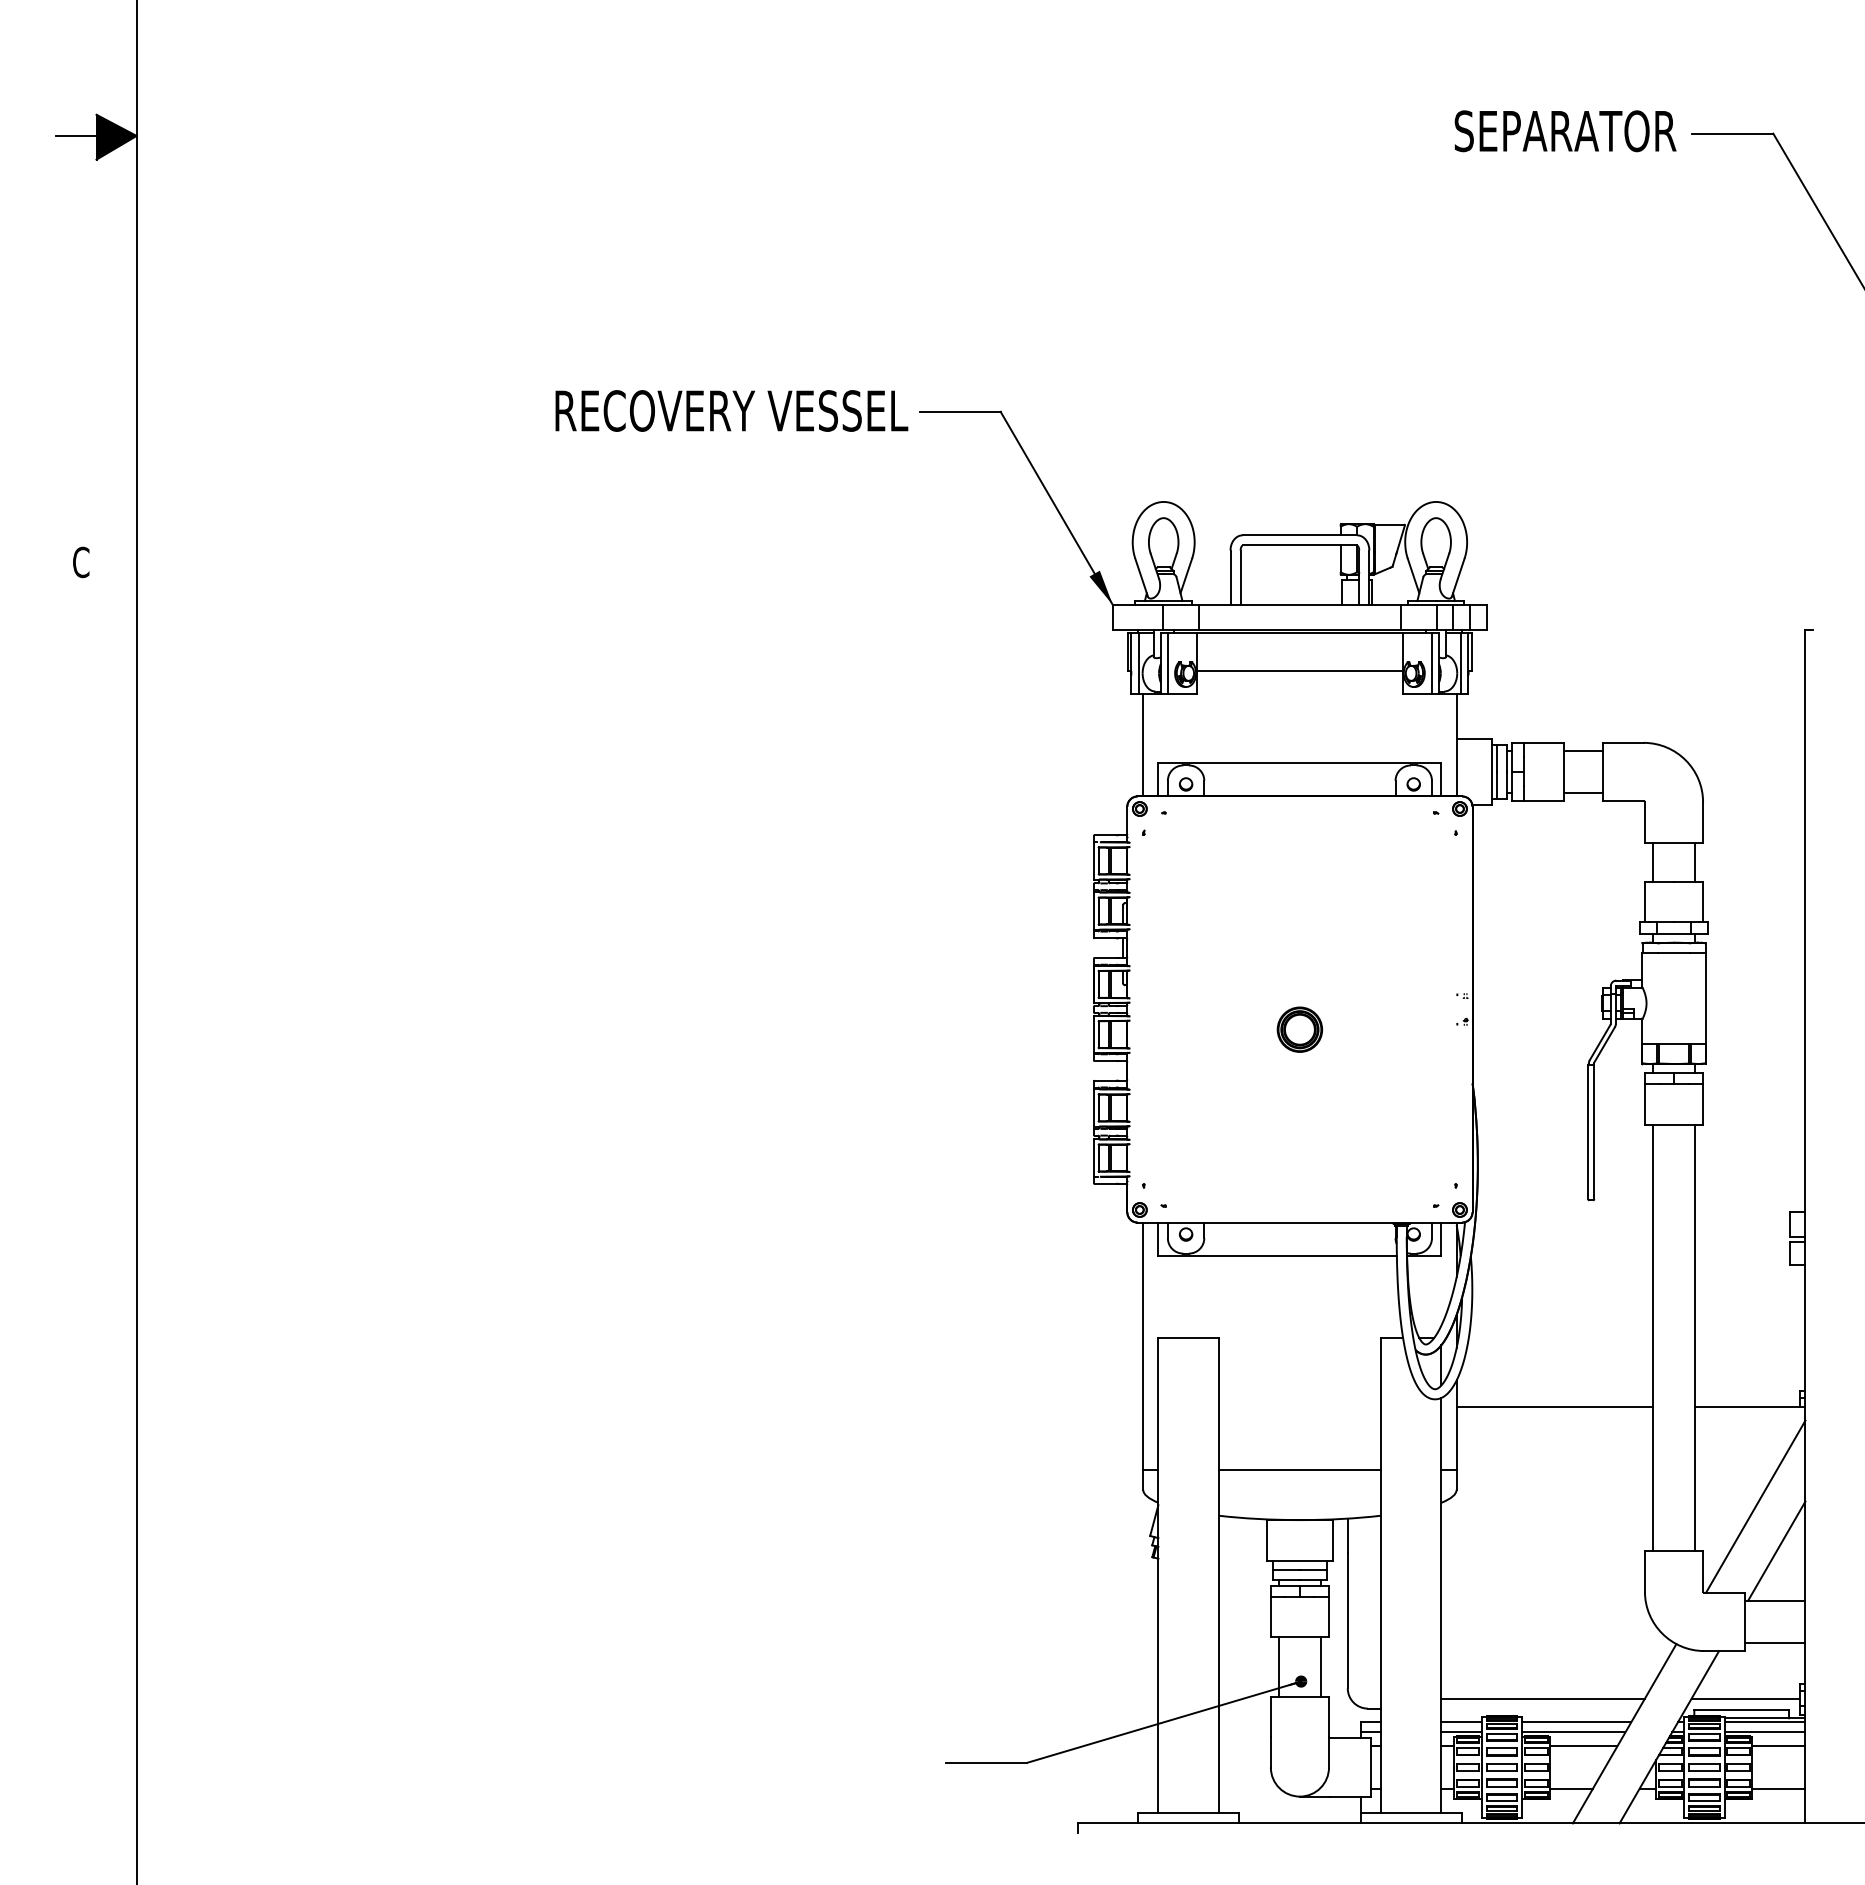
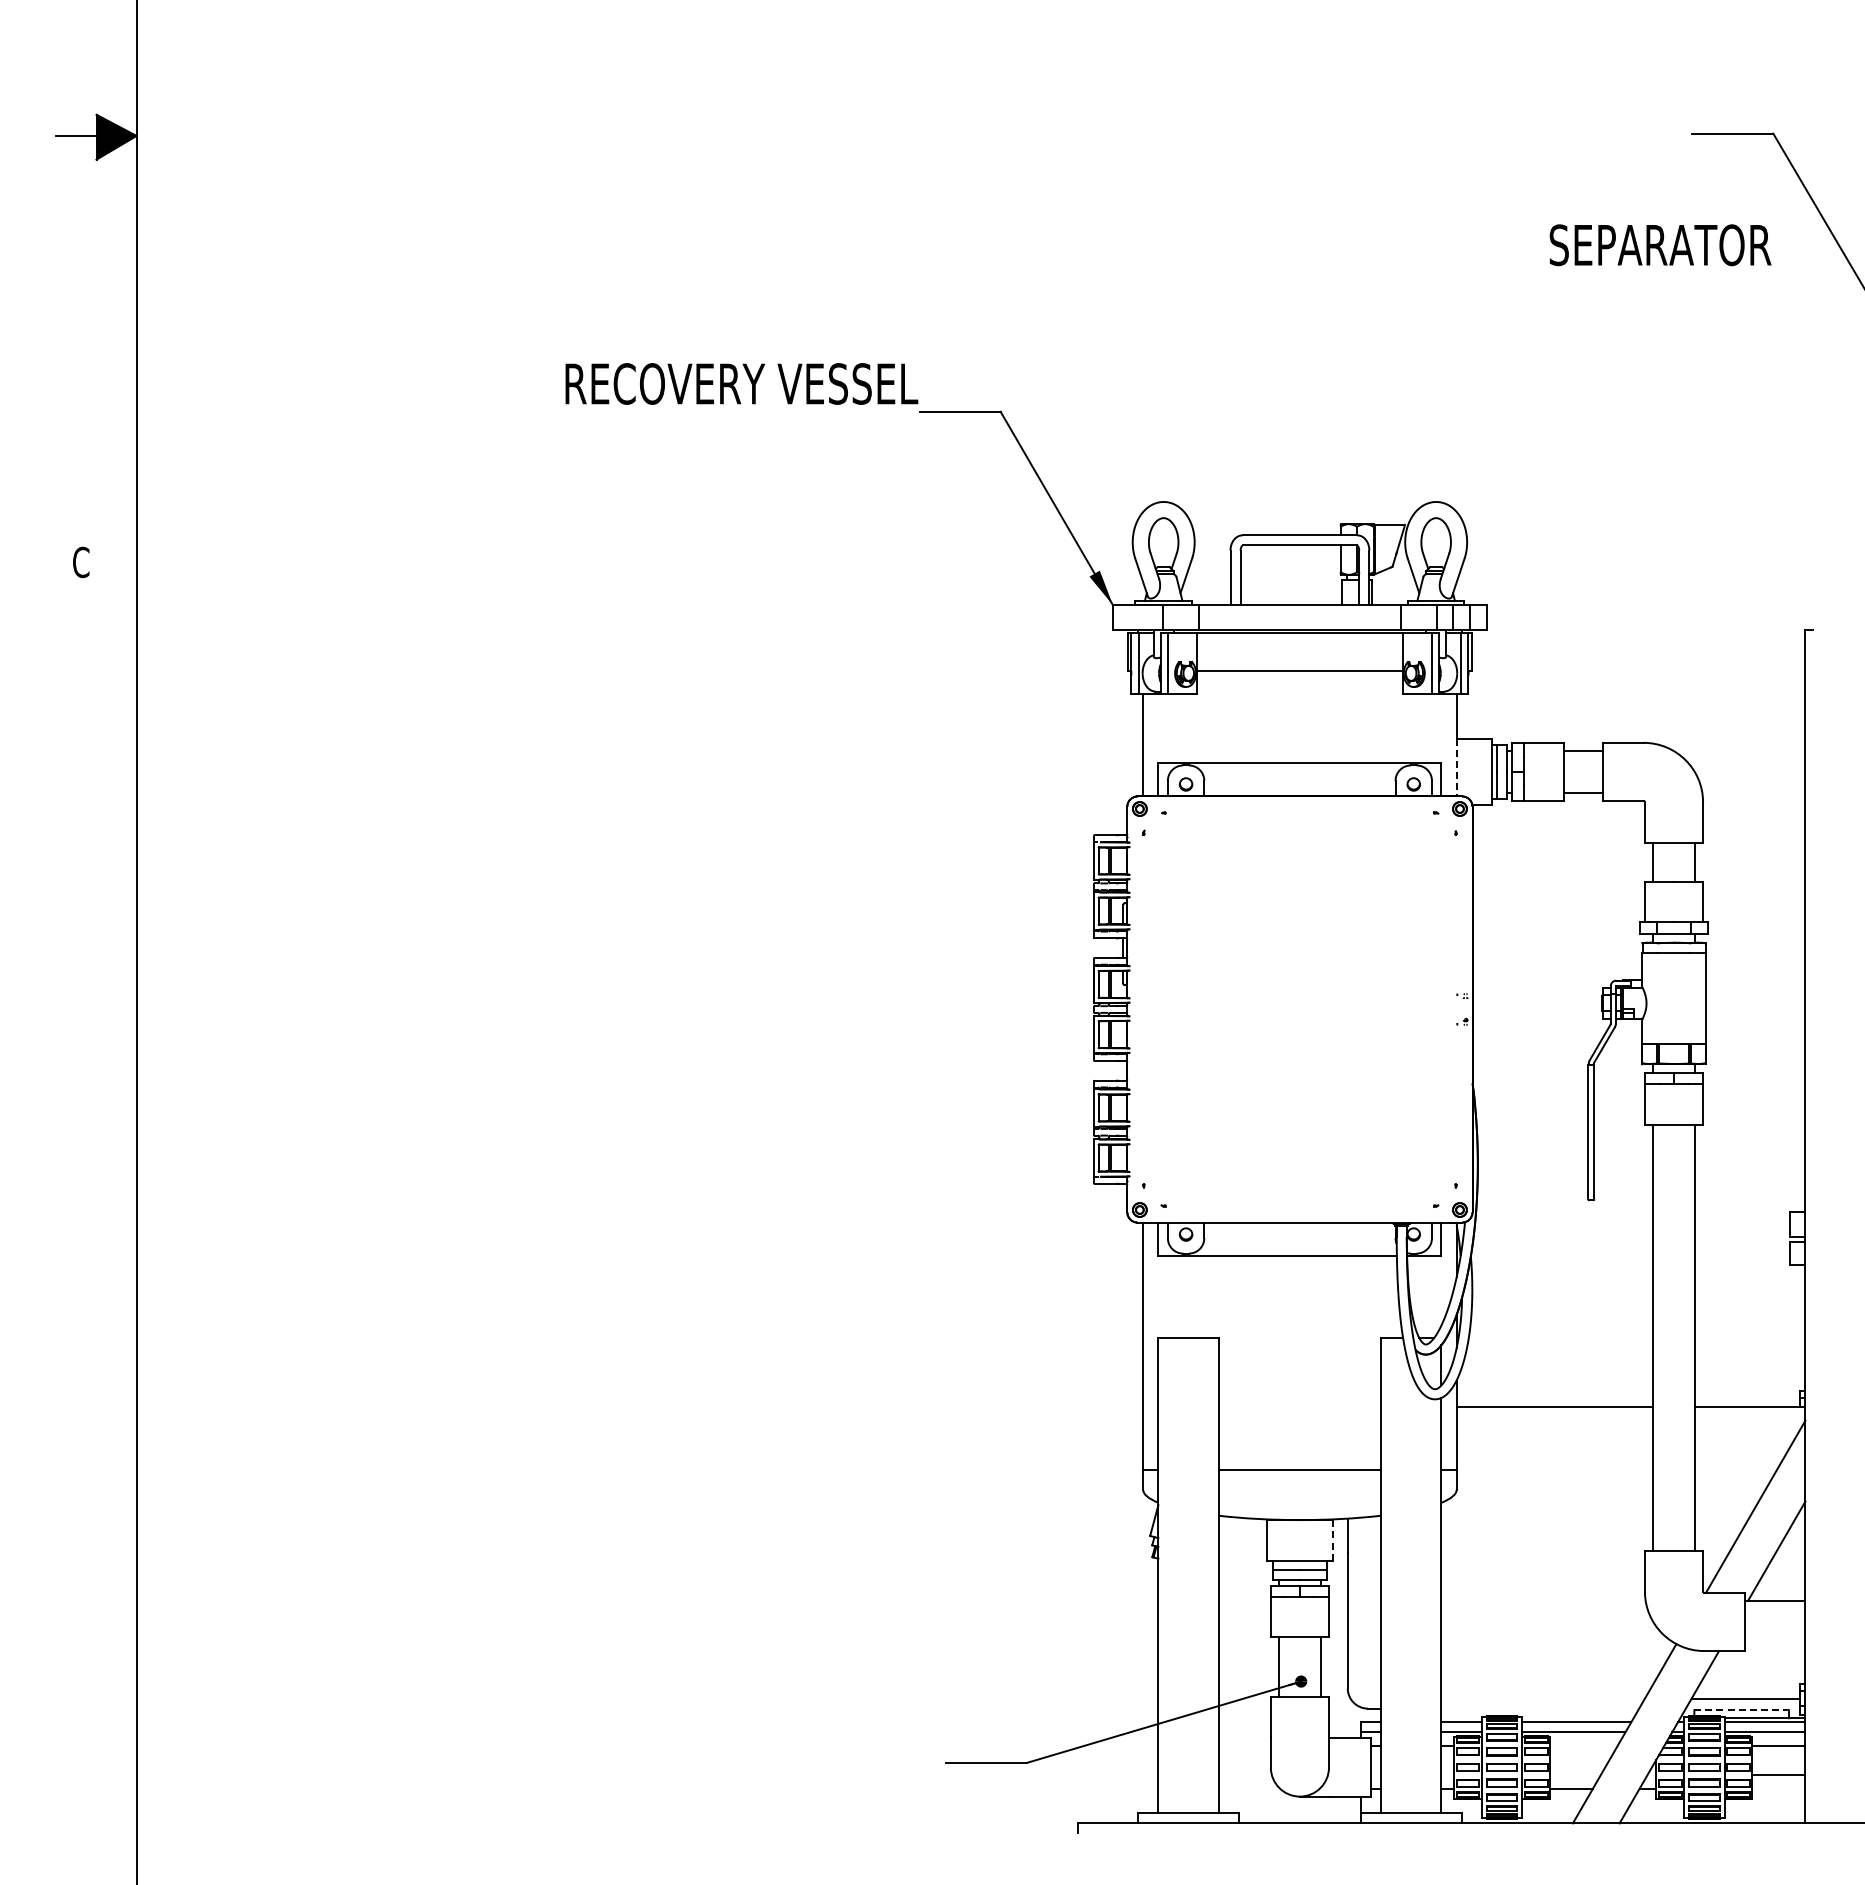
text at (1565, 131) position: (1565, 131) -> (1660, 245)
text at (731, 410) position: (731, 410) -> (741, 383)
line at (1456, 767): solid -> dashed
part at (1299, 1029): present -> none
line at (1332, 1539): solid -> dashed
line at (1774, 1643): present -> none
line at (1543, 1698): present -> none
line at (1742, 1710): solid -> dashed
line at (1583, 1746): present -> none
line at (1778, 1788) position: (1778, 1788) -> (1778, 1774)
